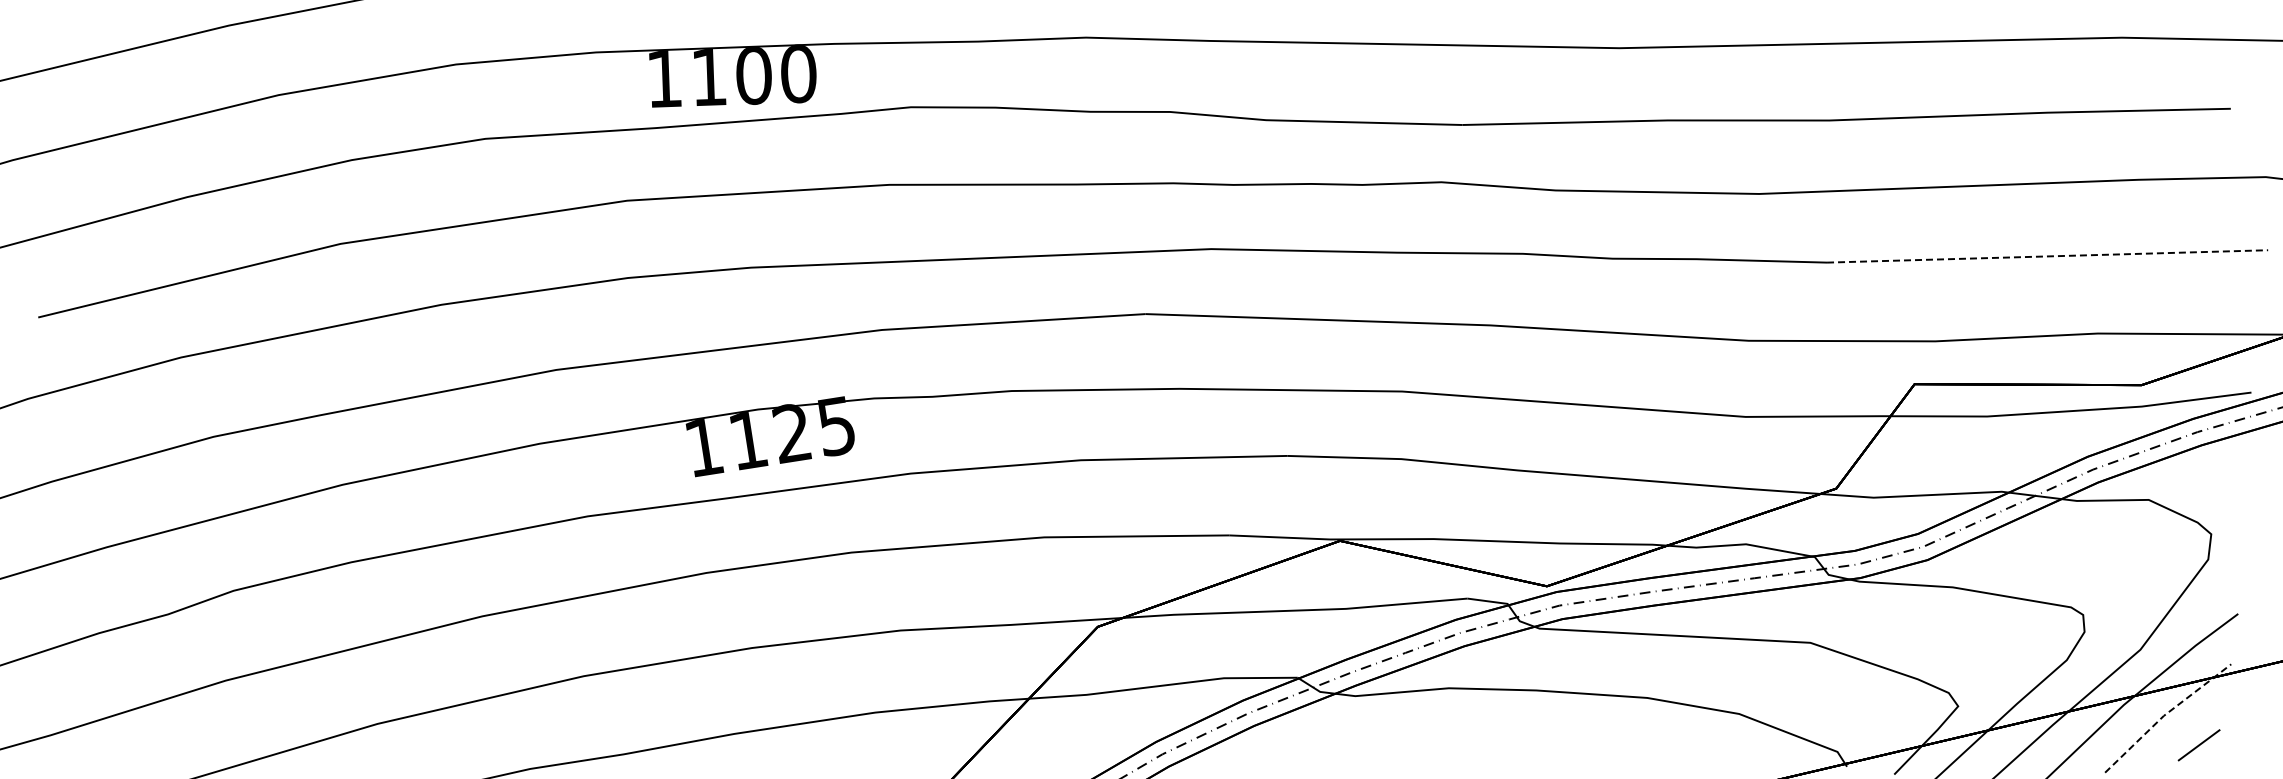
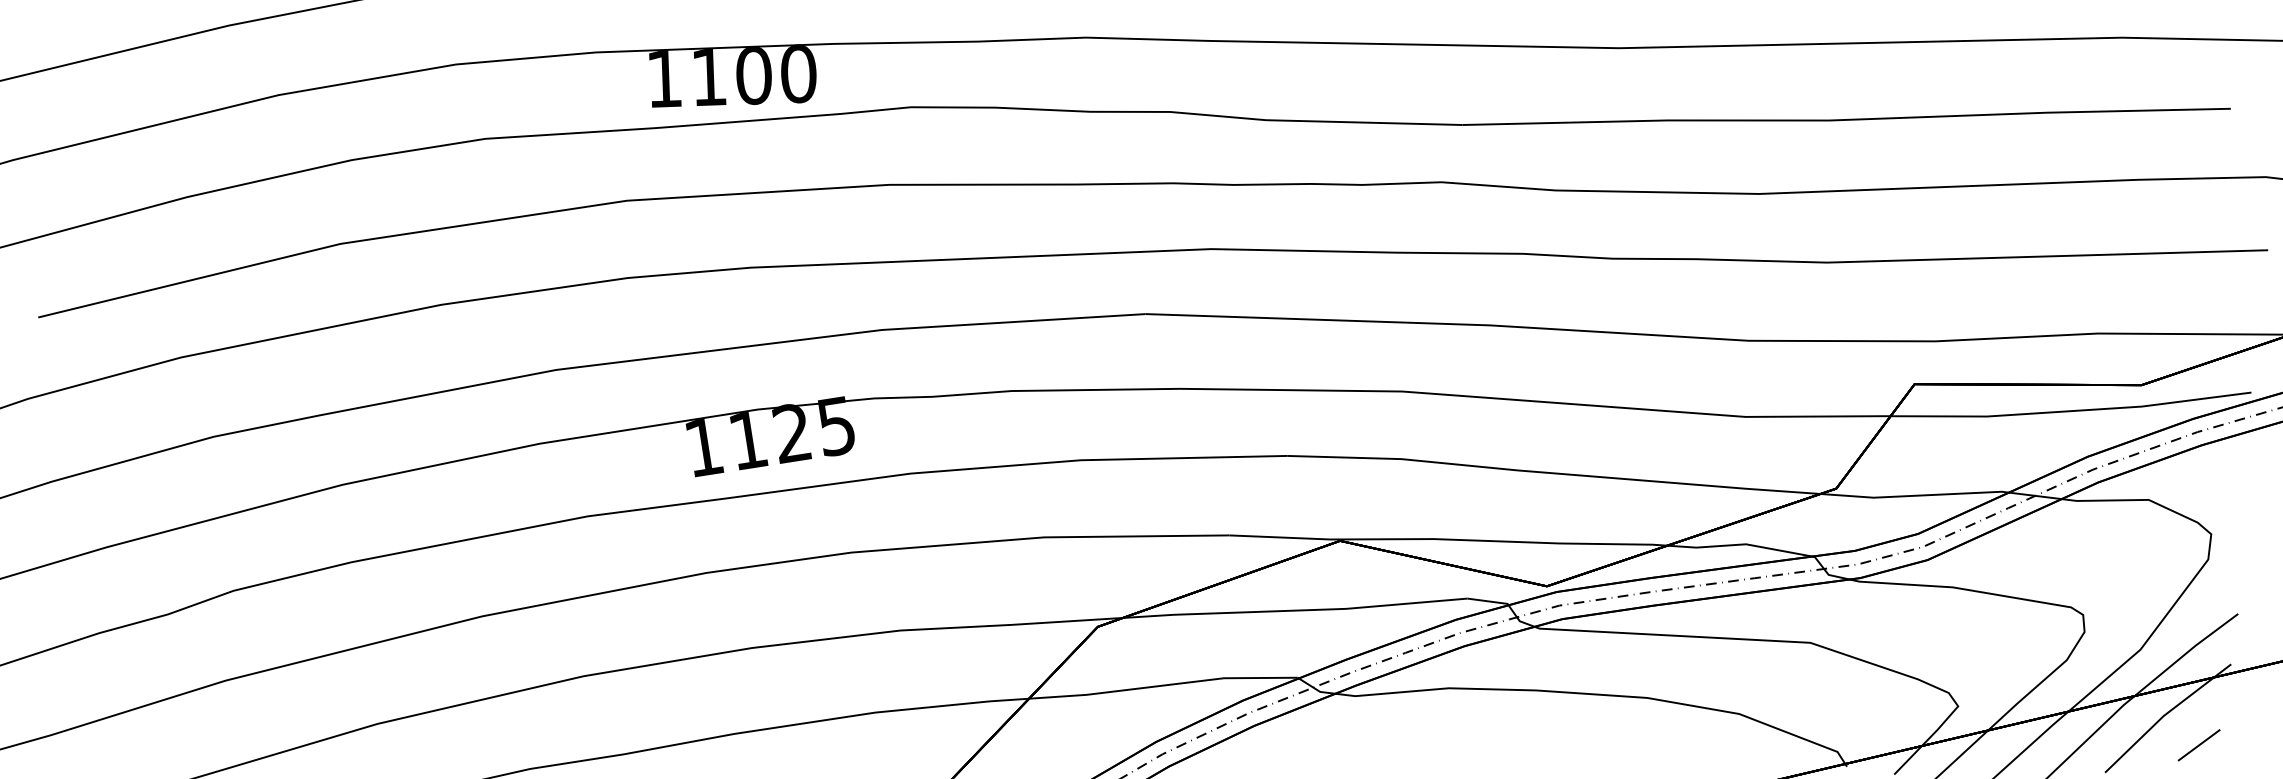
line at (2047, 256): dashed -> solid
line at (2164, 715): dashed -> solid
